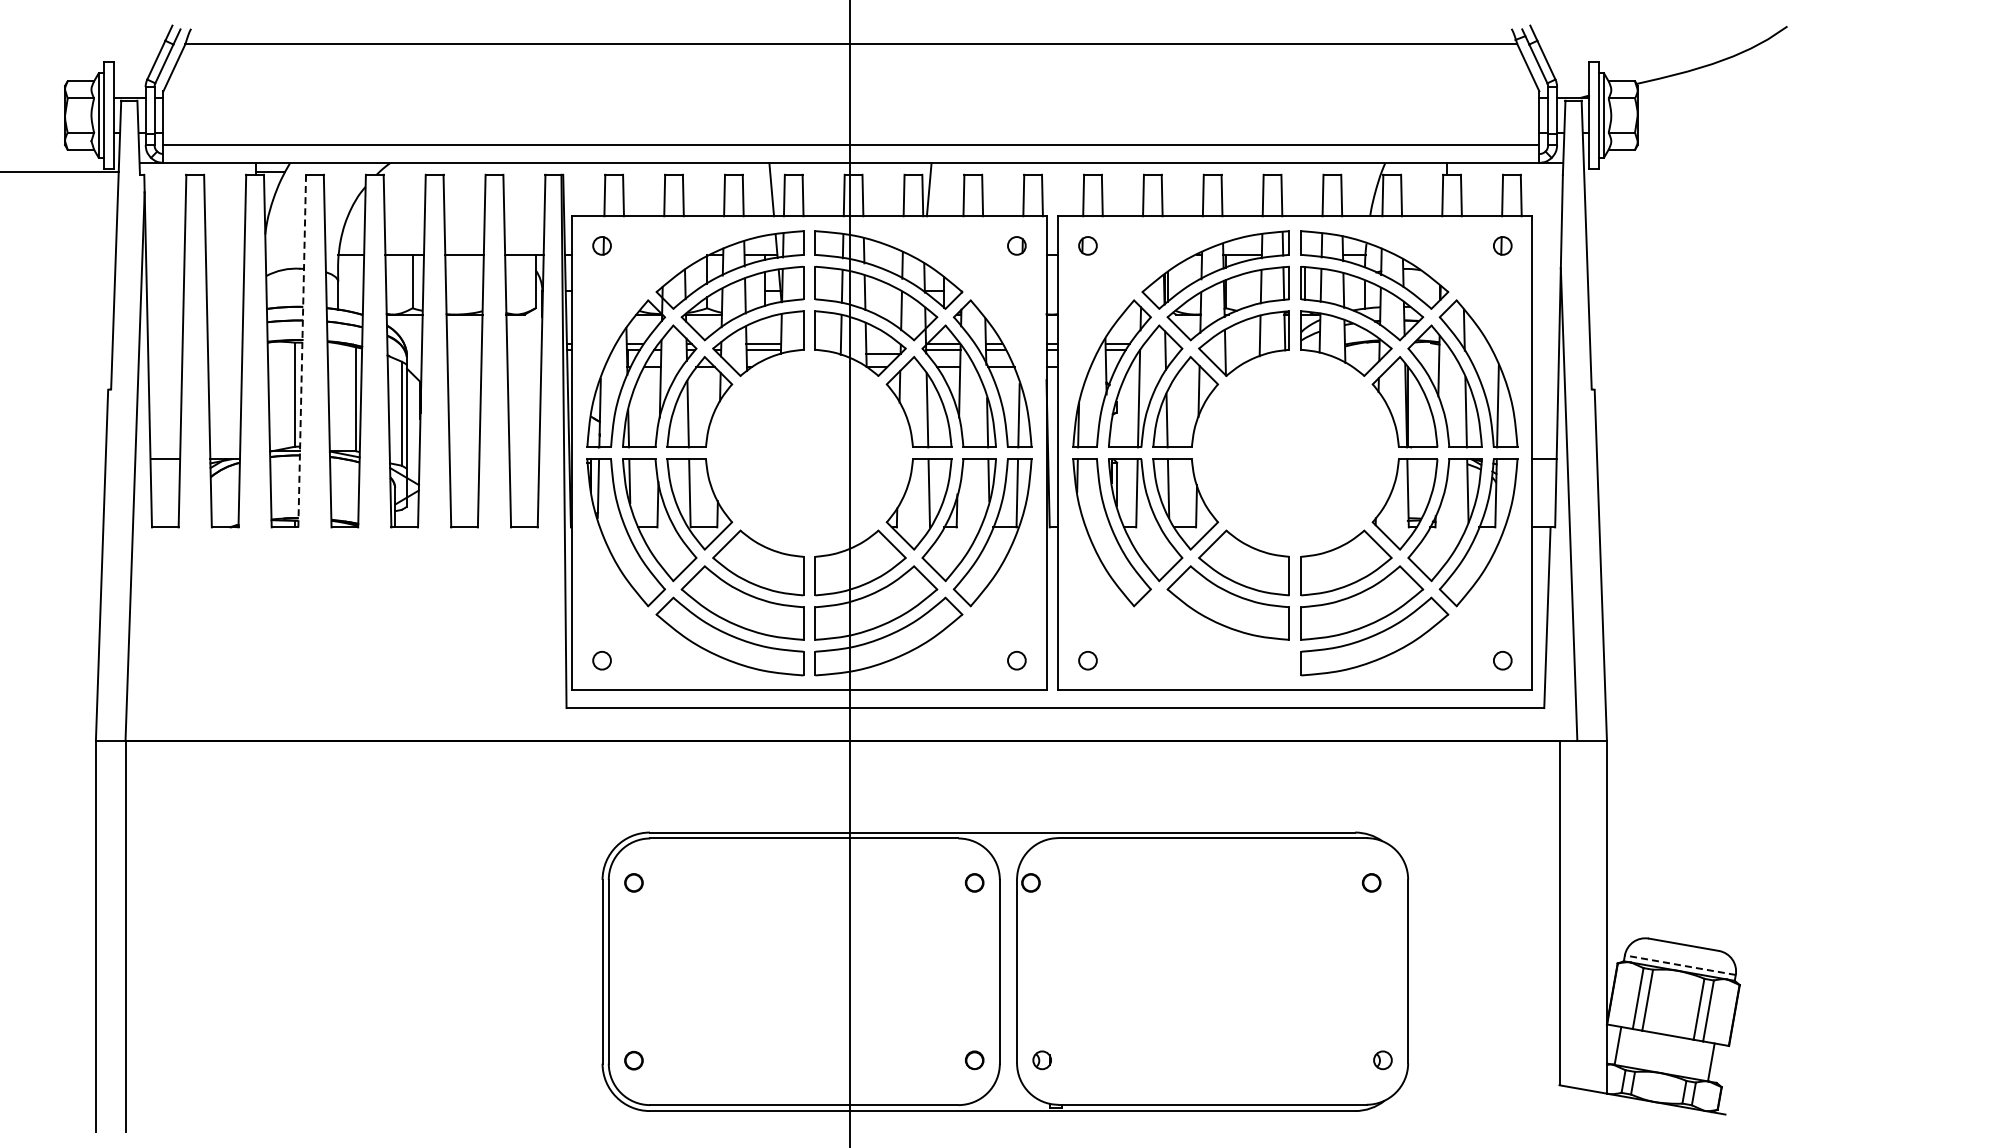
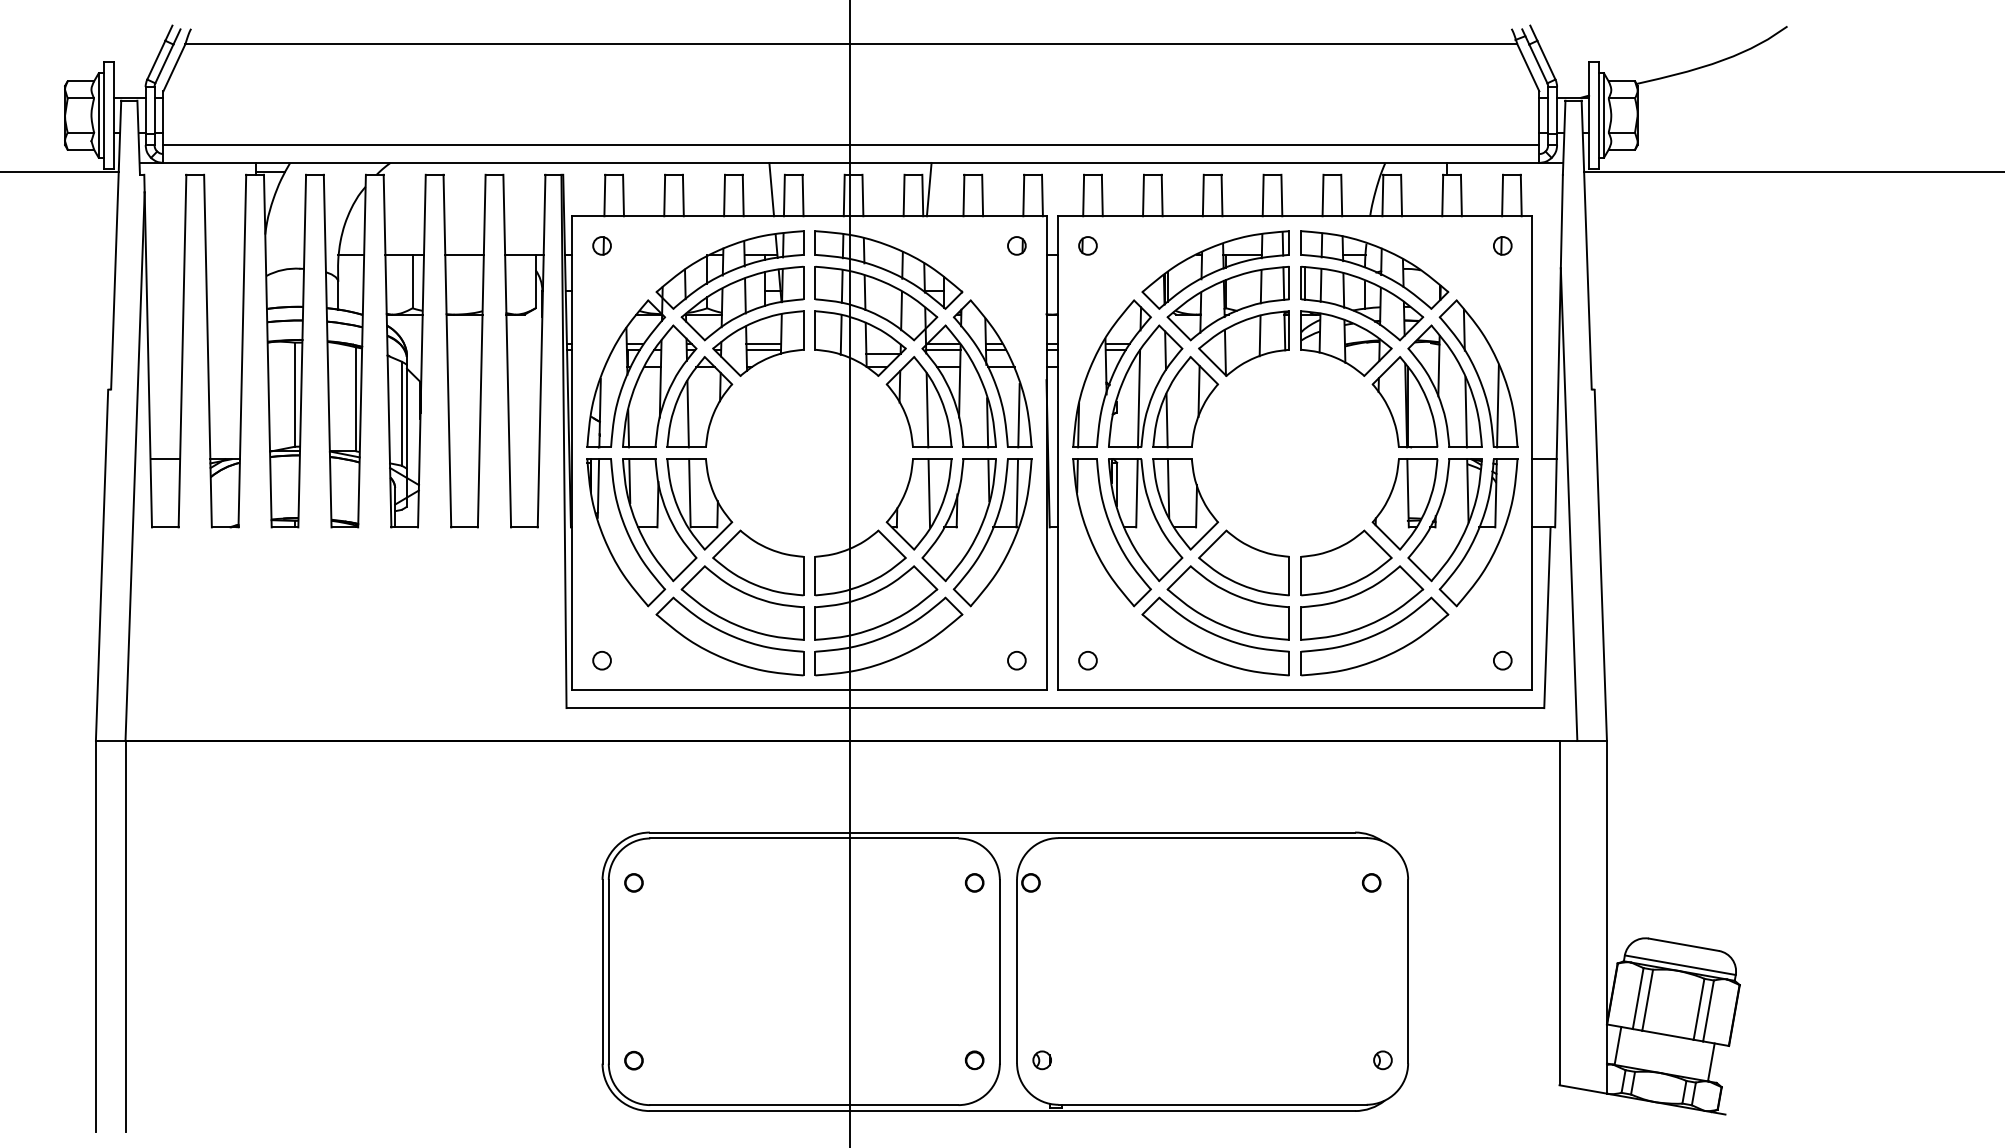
line at (1792, 172): none -> present
line at (302, 350): dashed -> solid
part at (1215, 636): none -> present
line at (1679, 965): dashed -> solid
